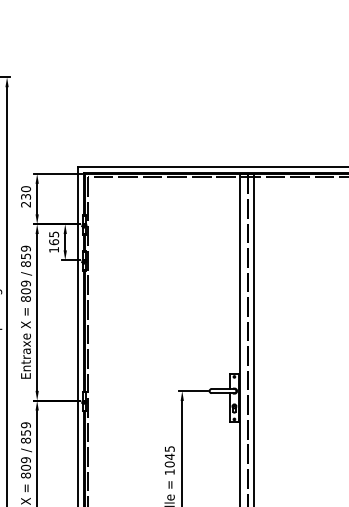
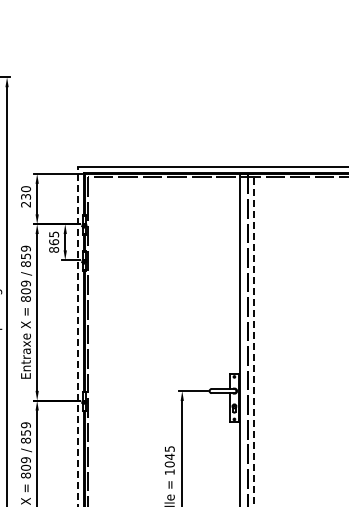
text at (54, 249): 165 -> 865
line at (77, 336): solid -> dashed
line at (254, 337): solid -> dashed
